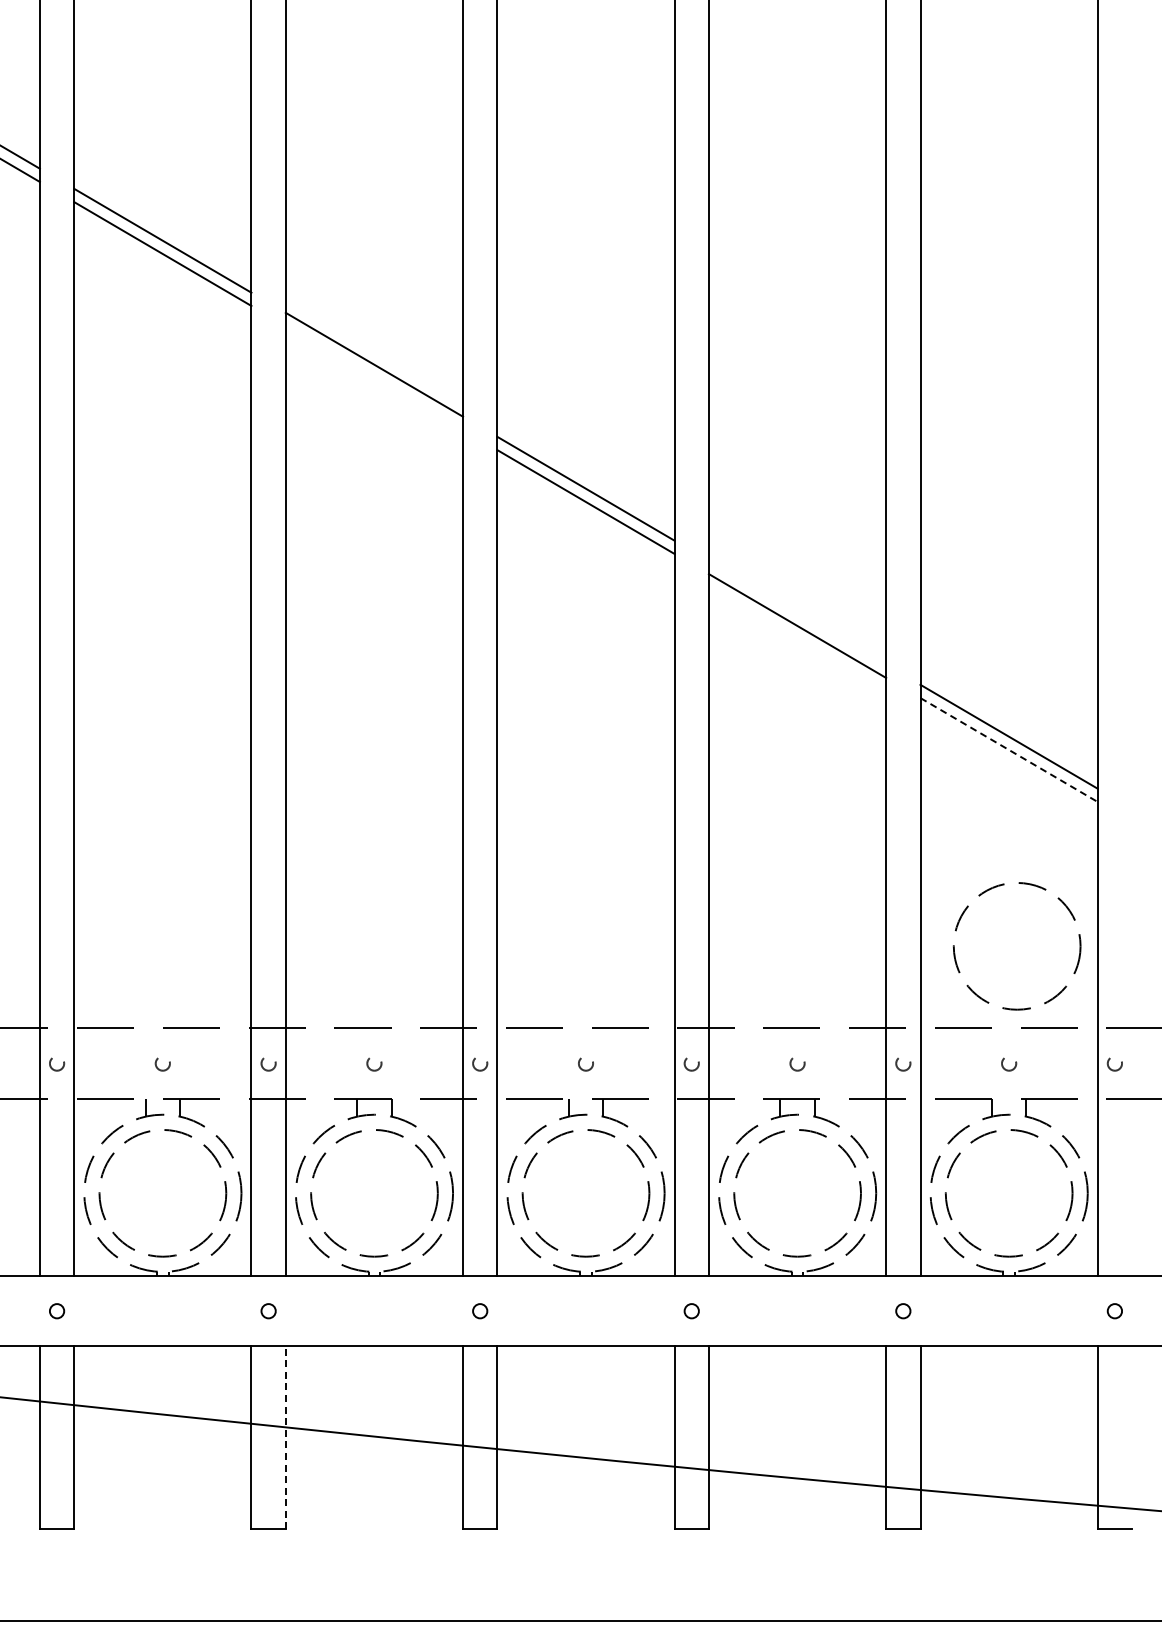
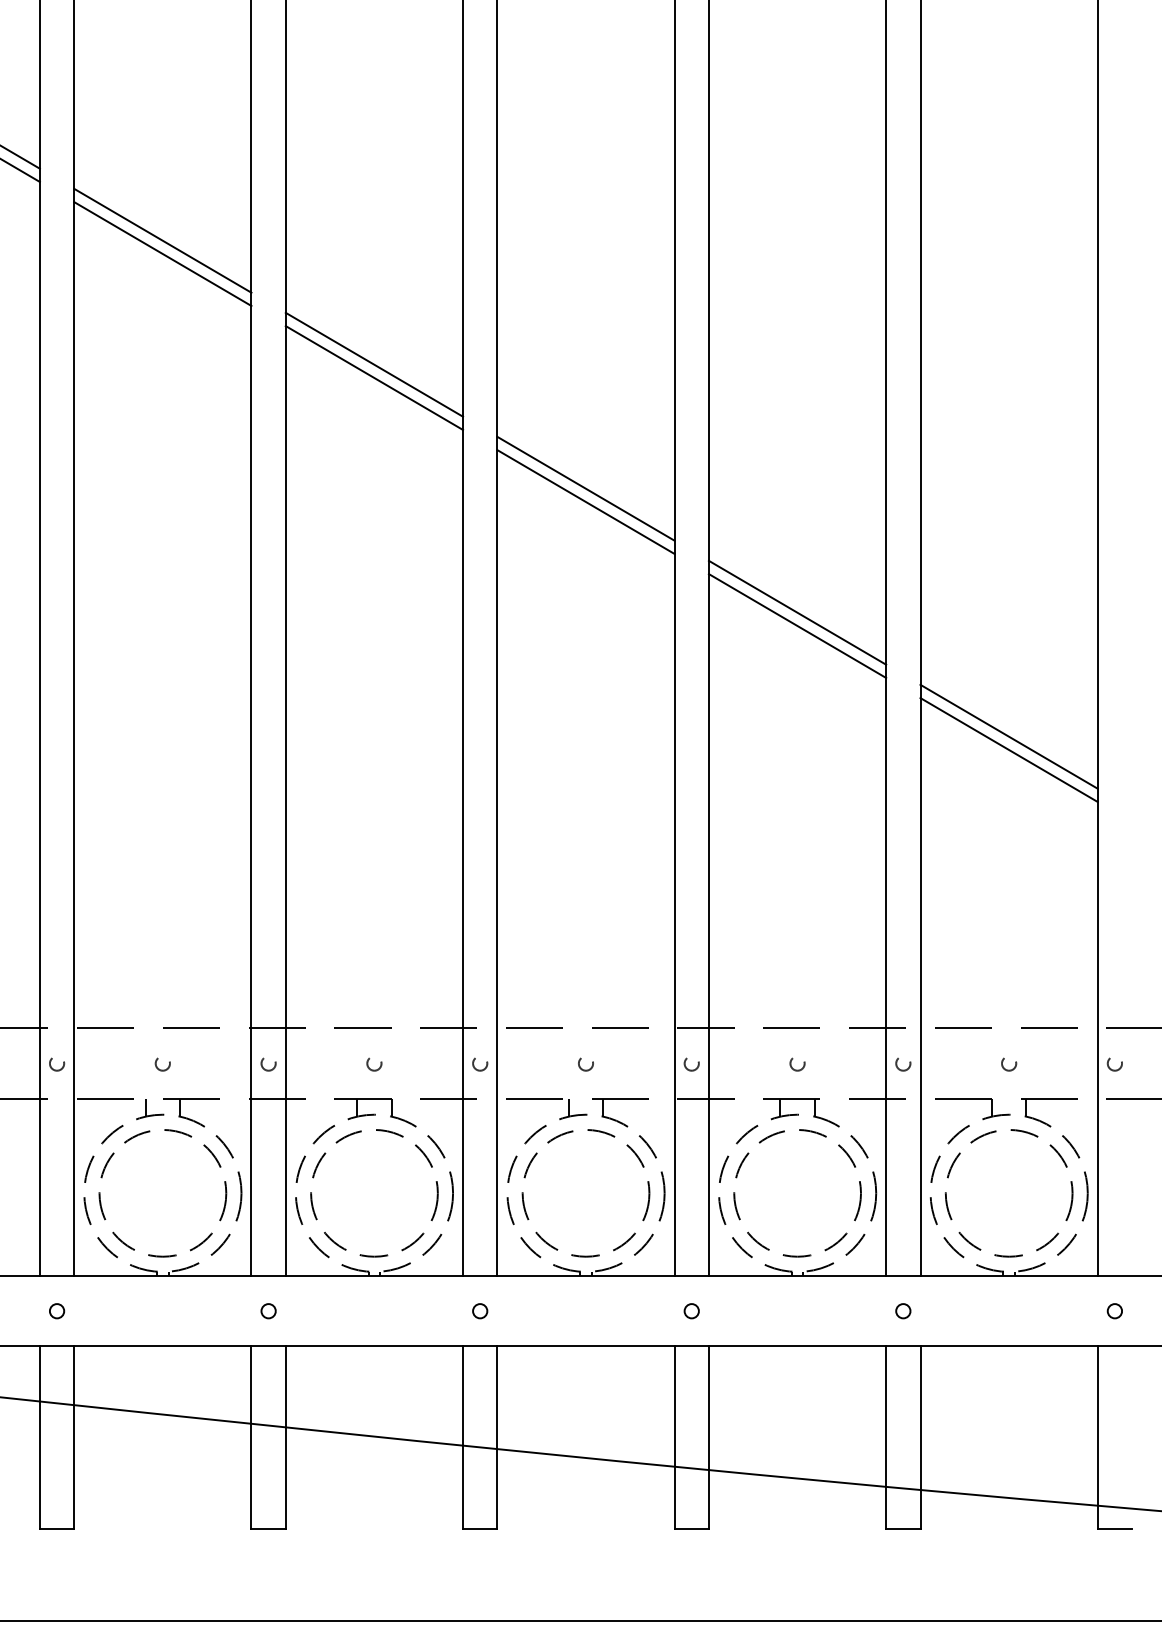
line at (374, 377): none -> present
line at (797, 612): none -> present
line at (1009, 750): dashed -> solid
circle at (1016, 946): present -> none
line at (285, 1437): dashed -> solid
